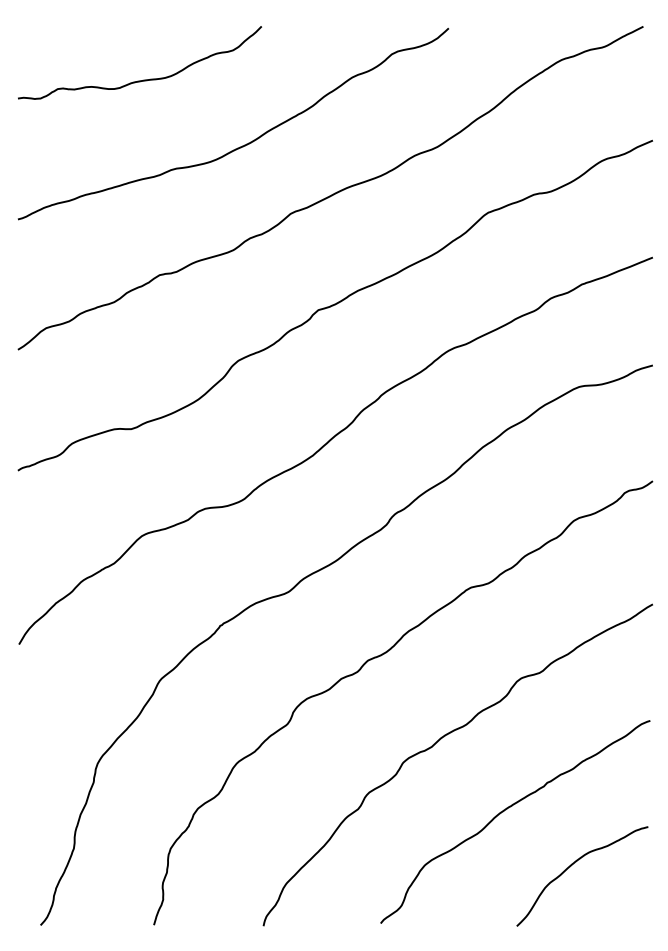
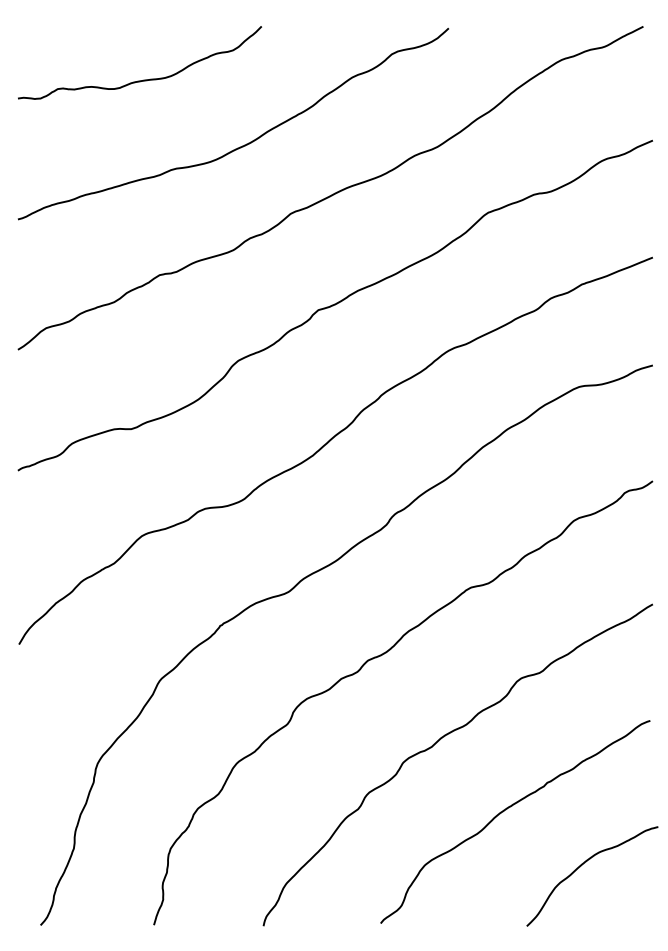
curve at (572, 865) position: (572, 865) -> (582, 865)
